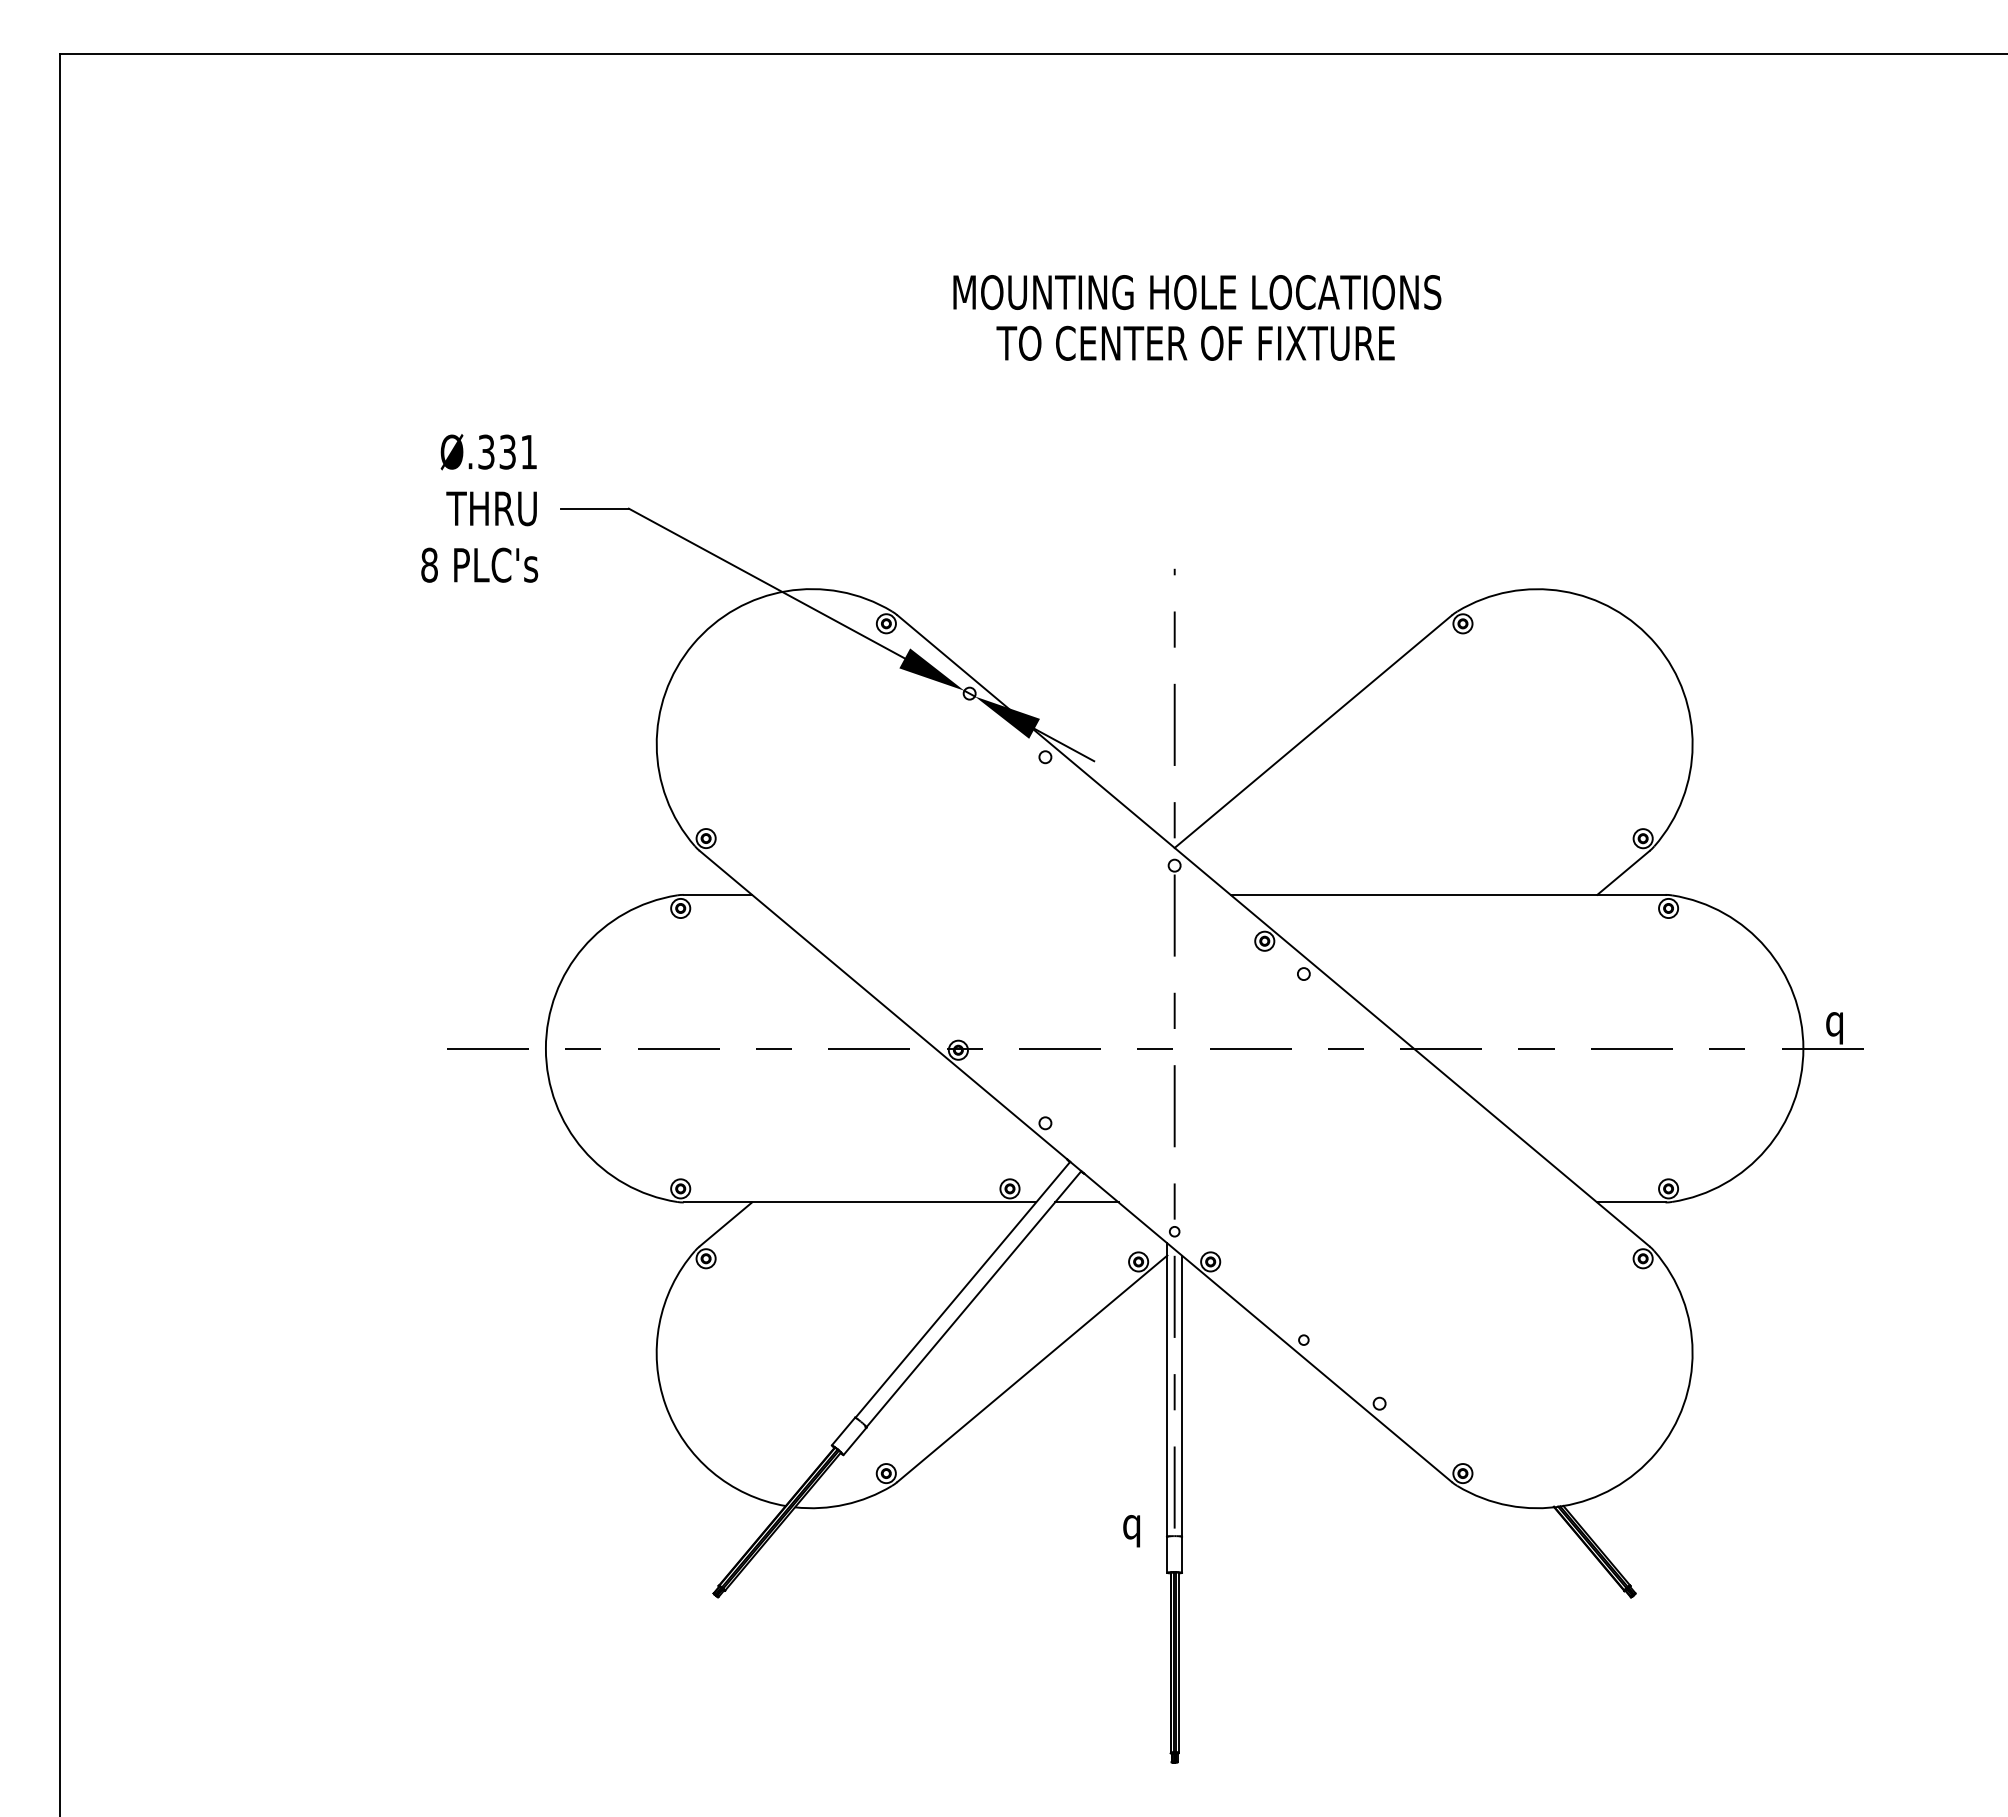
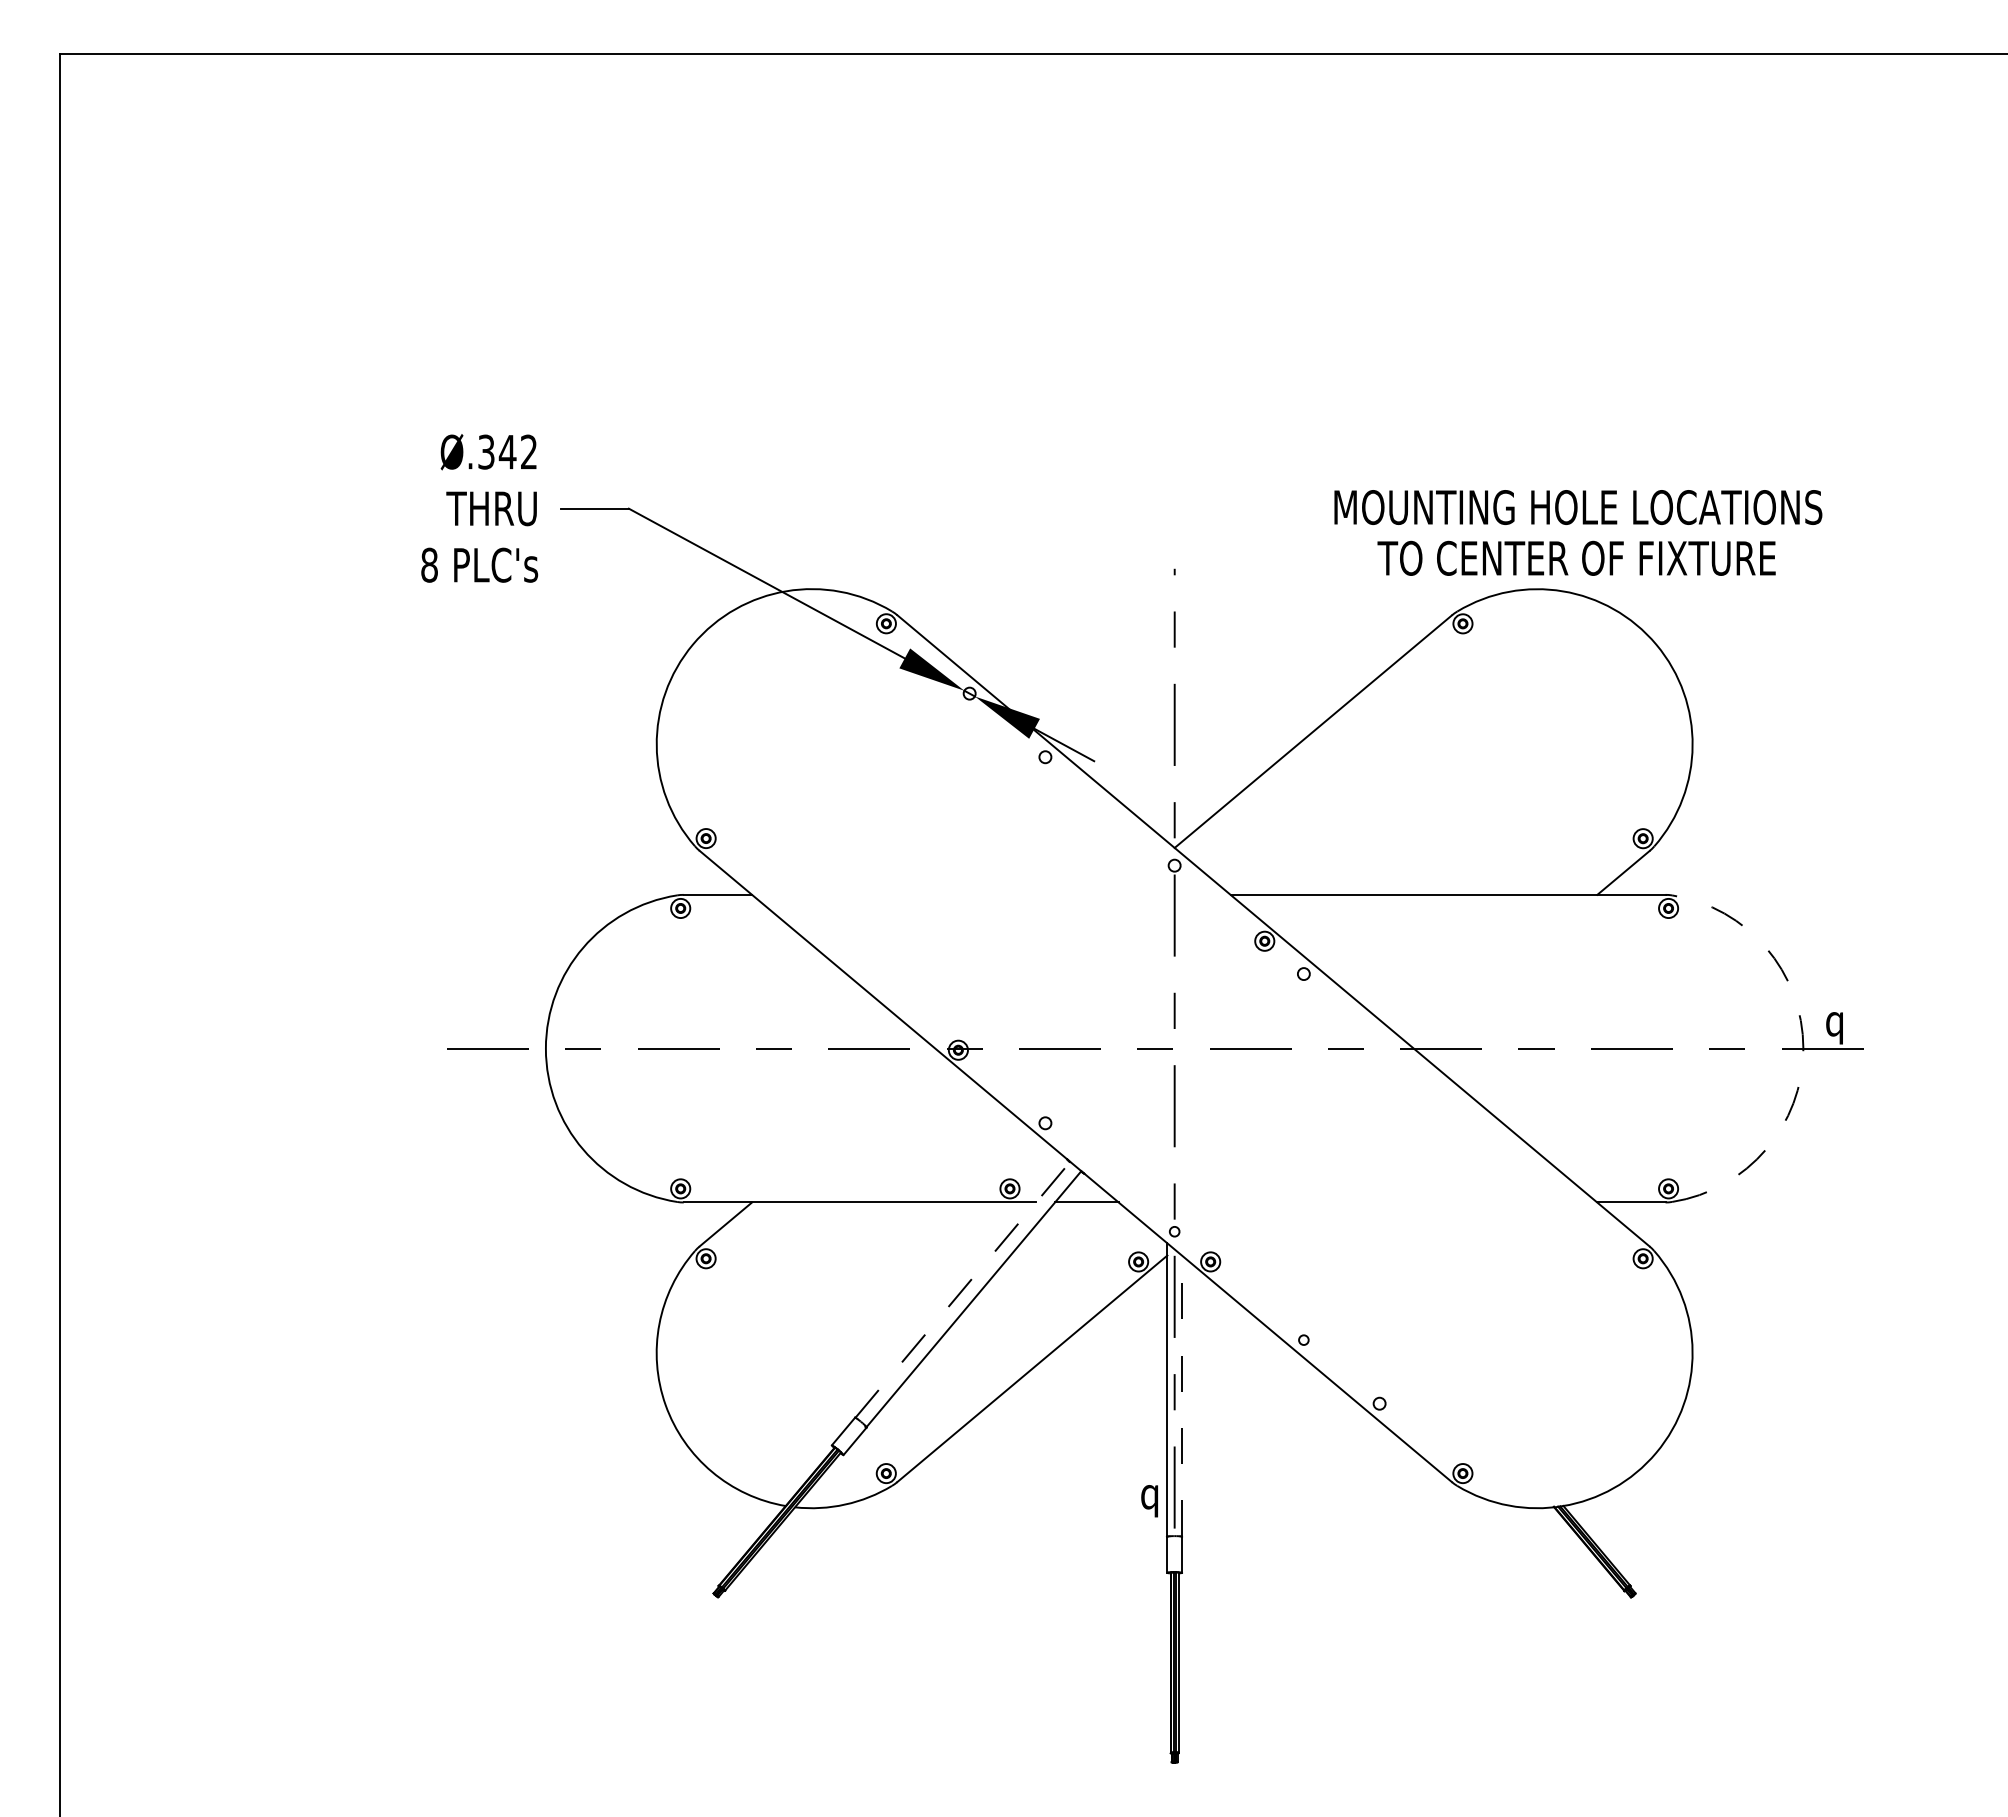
text at (1197, 317) position: (1197, 317) -> (1578, 532)
text at (517, 451): Ø.331 -> Ø.342
arc at (1803, 1048): solid -> dashed
line at (963, 1289): solid -> dashed
line at (1181, 1396): solid -> dashed
text at (1131, 1531) position: (1131, 1531) -> (1149, 1501)
